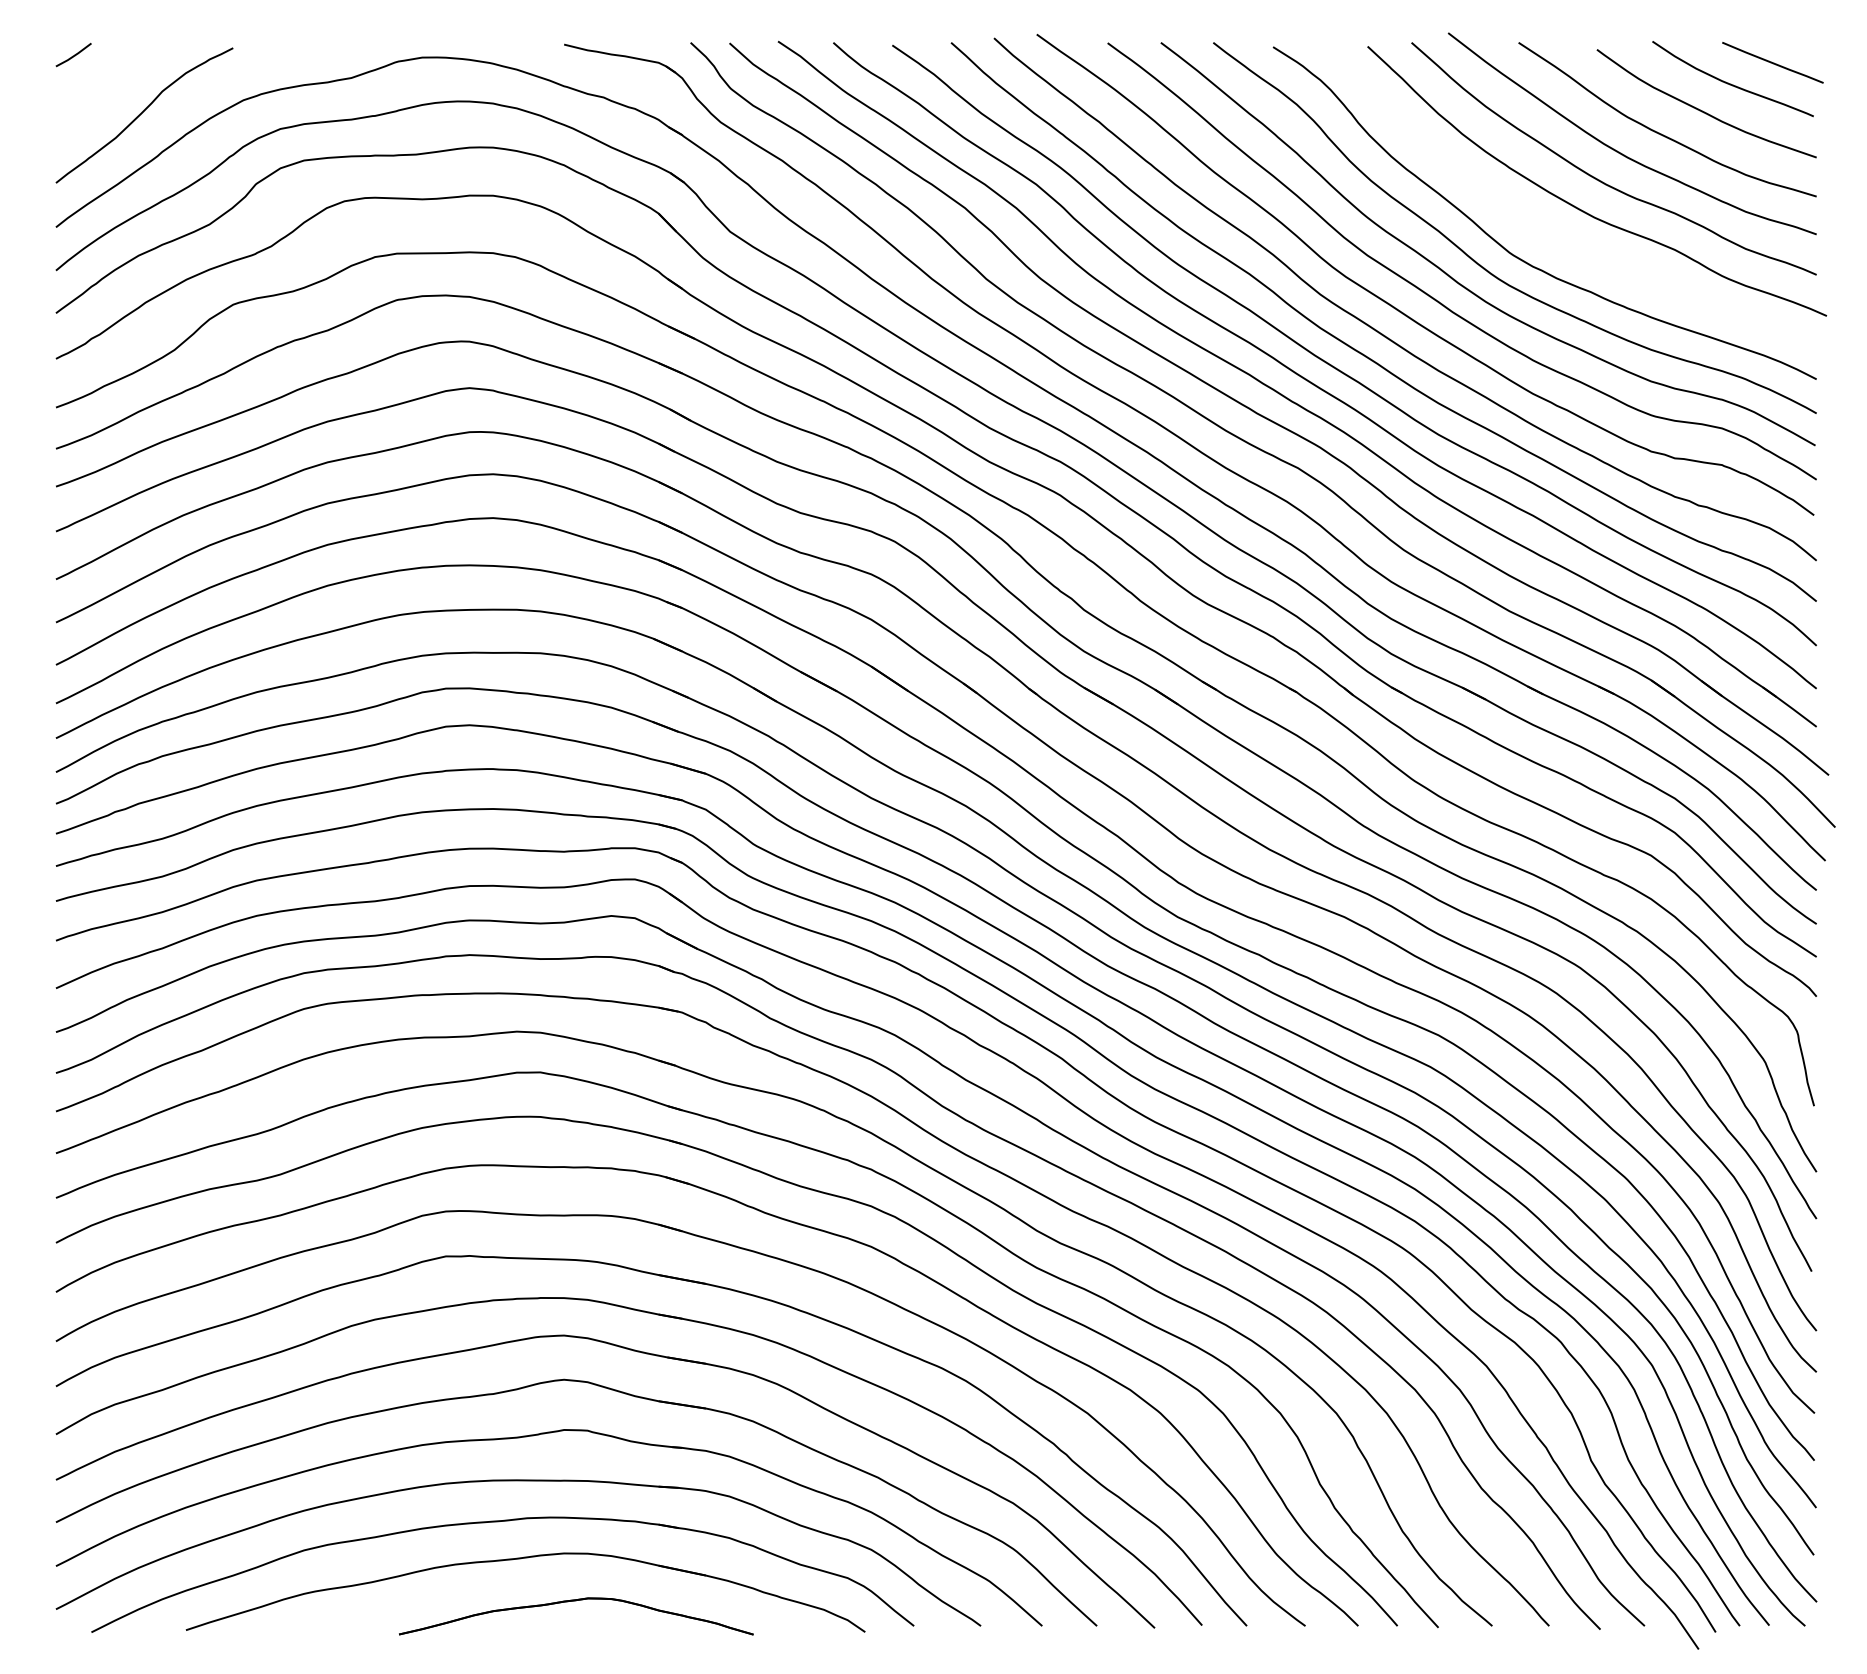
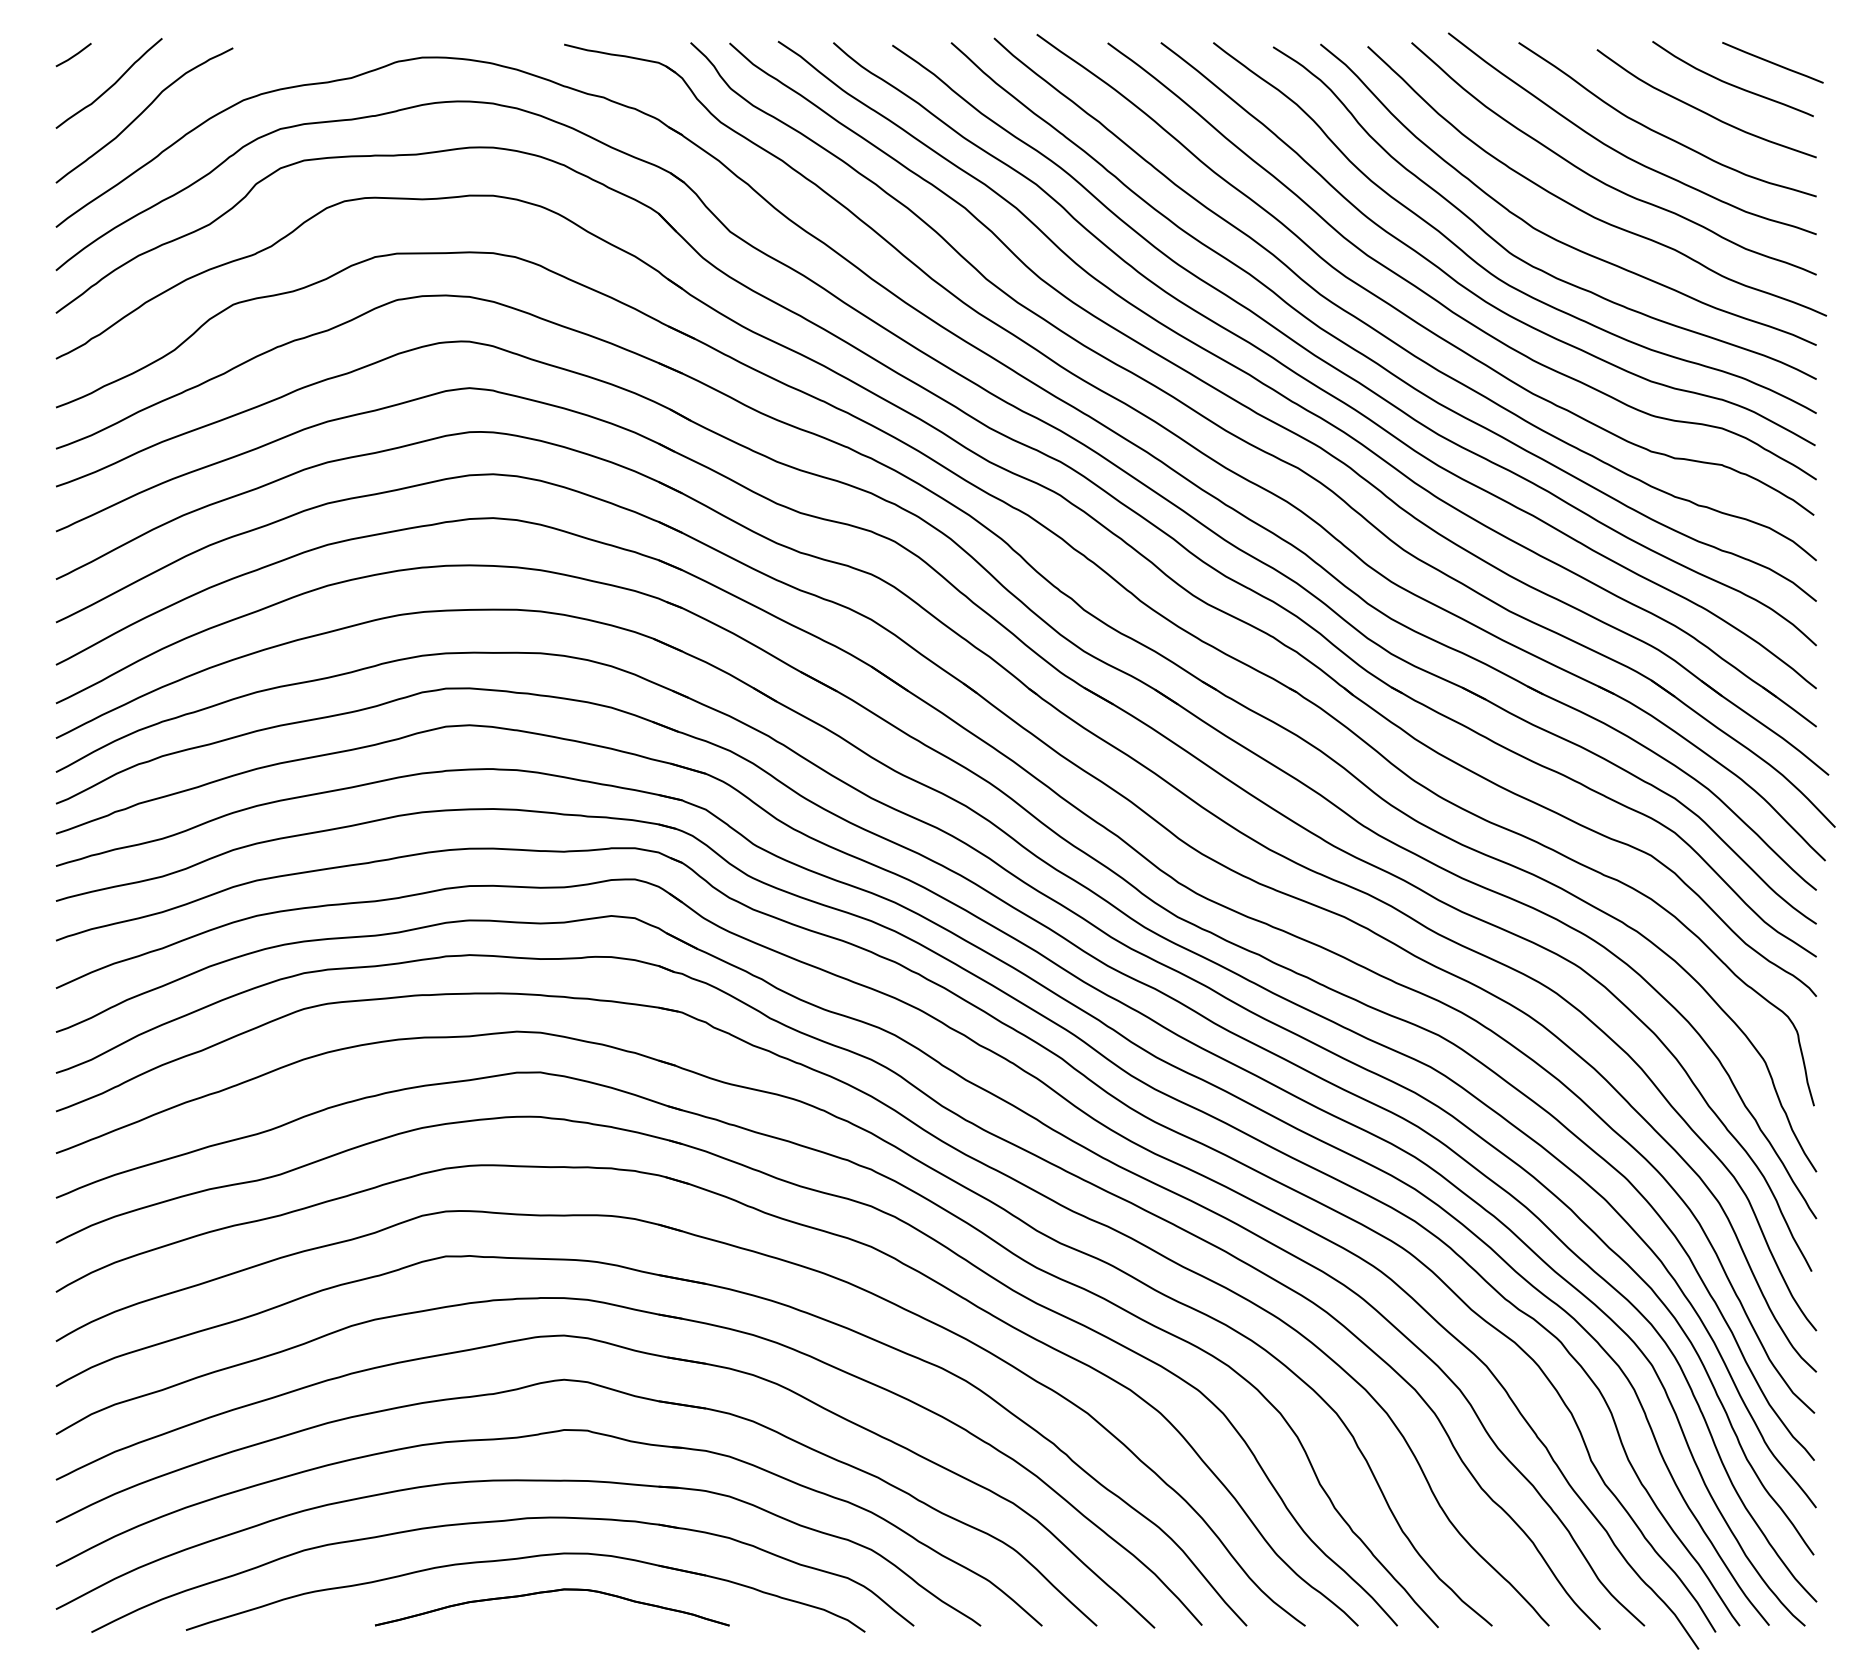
curve at (111, 85): none -> present
curve at (1548, 234): none -> present
part at (576, 1601) position: (576, 1601) -> (552, 1592)
